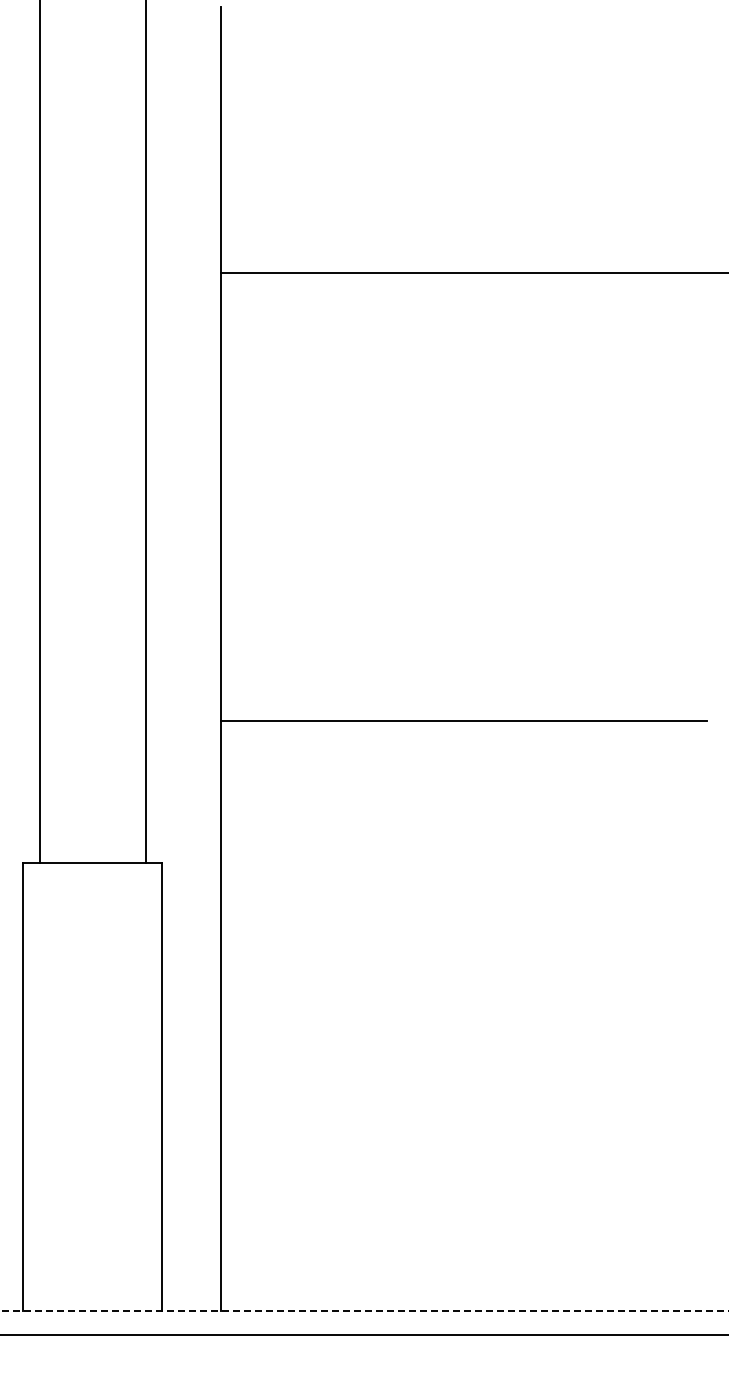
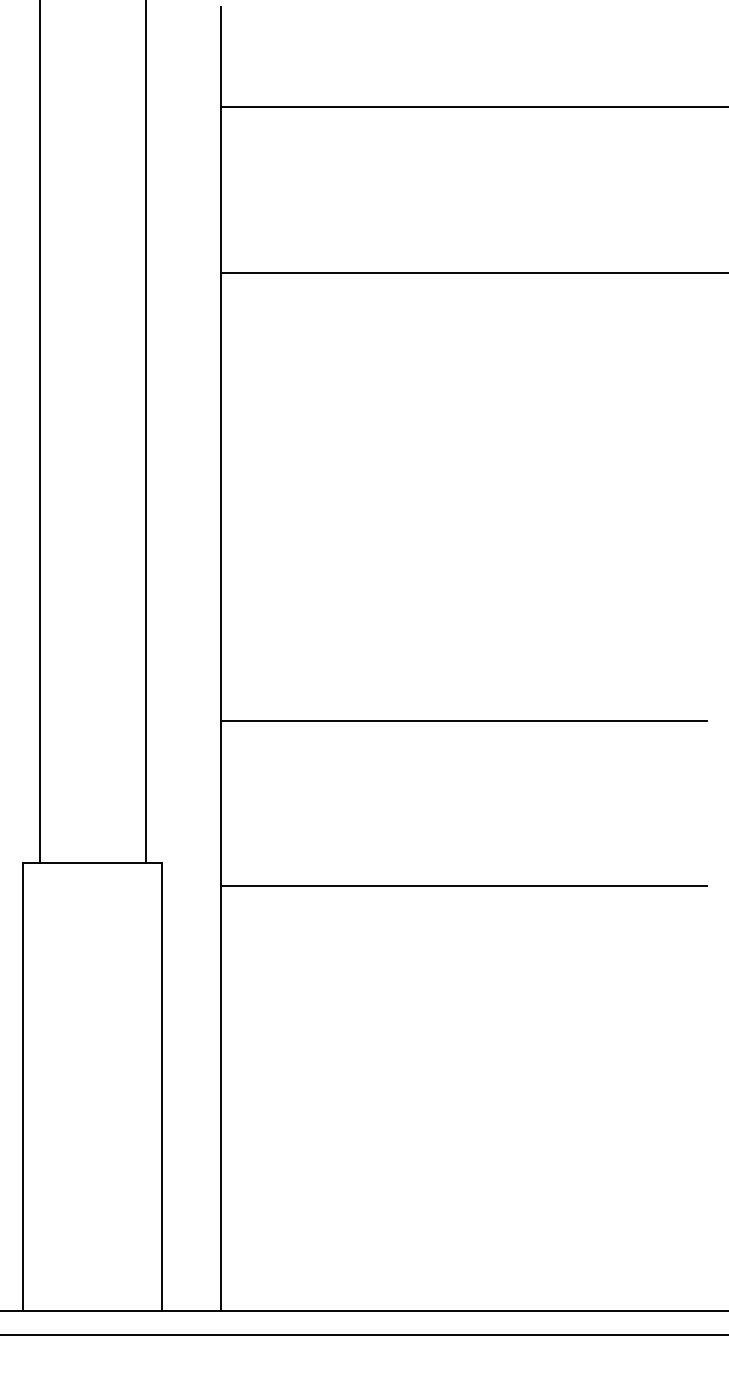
line at (472, 107): none -> present
line at (463, 886): none -> present
line at (364, 1311): dashed -> solid
